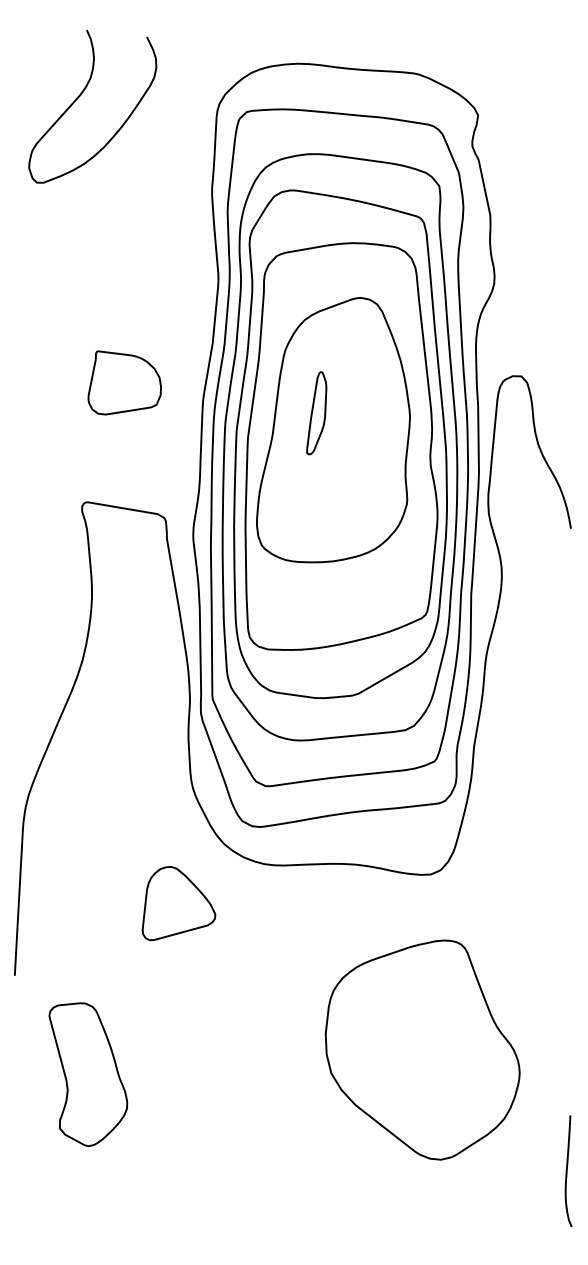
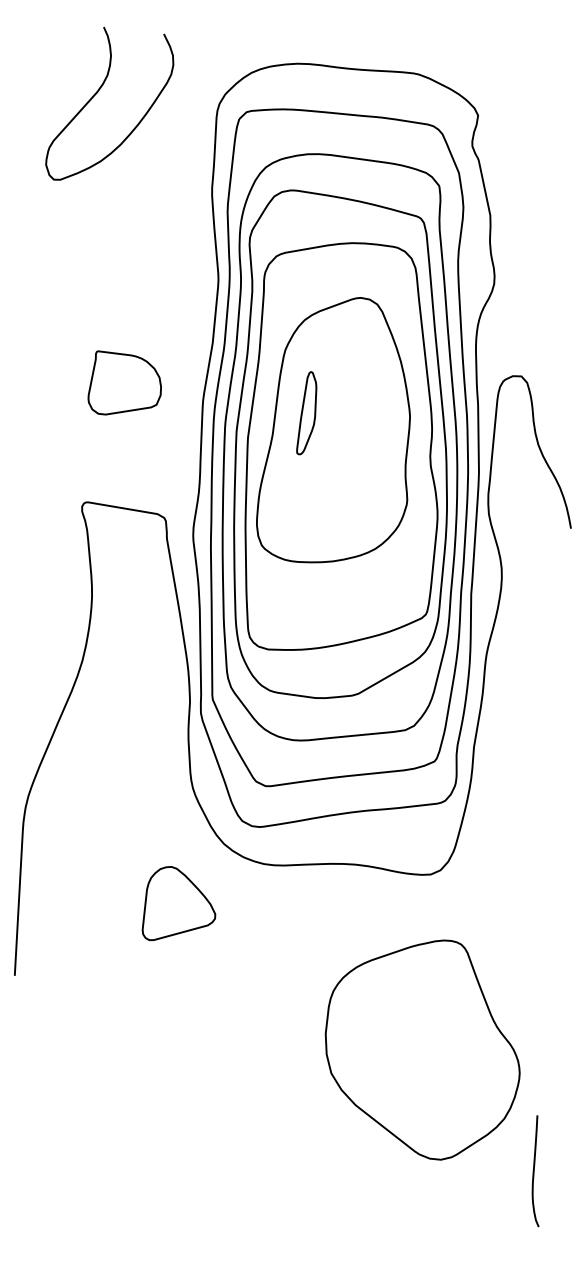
curve at (81, 95) position: (81, 95) -> (98, 92)
part at (316, 413) position: (316, 413) -> (306, 413)
part at (88, 1074): present -> none
curve at (567, 1171) position: (567, 1171) -> (534, 1171)
